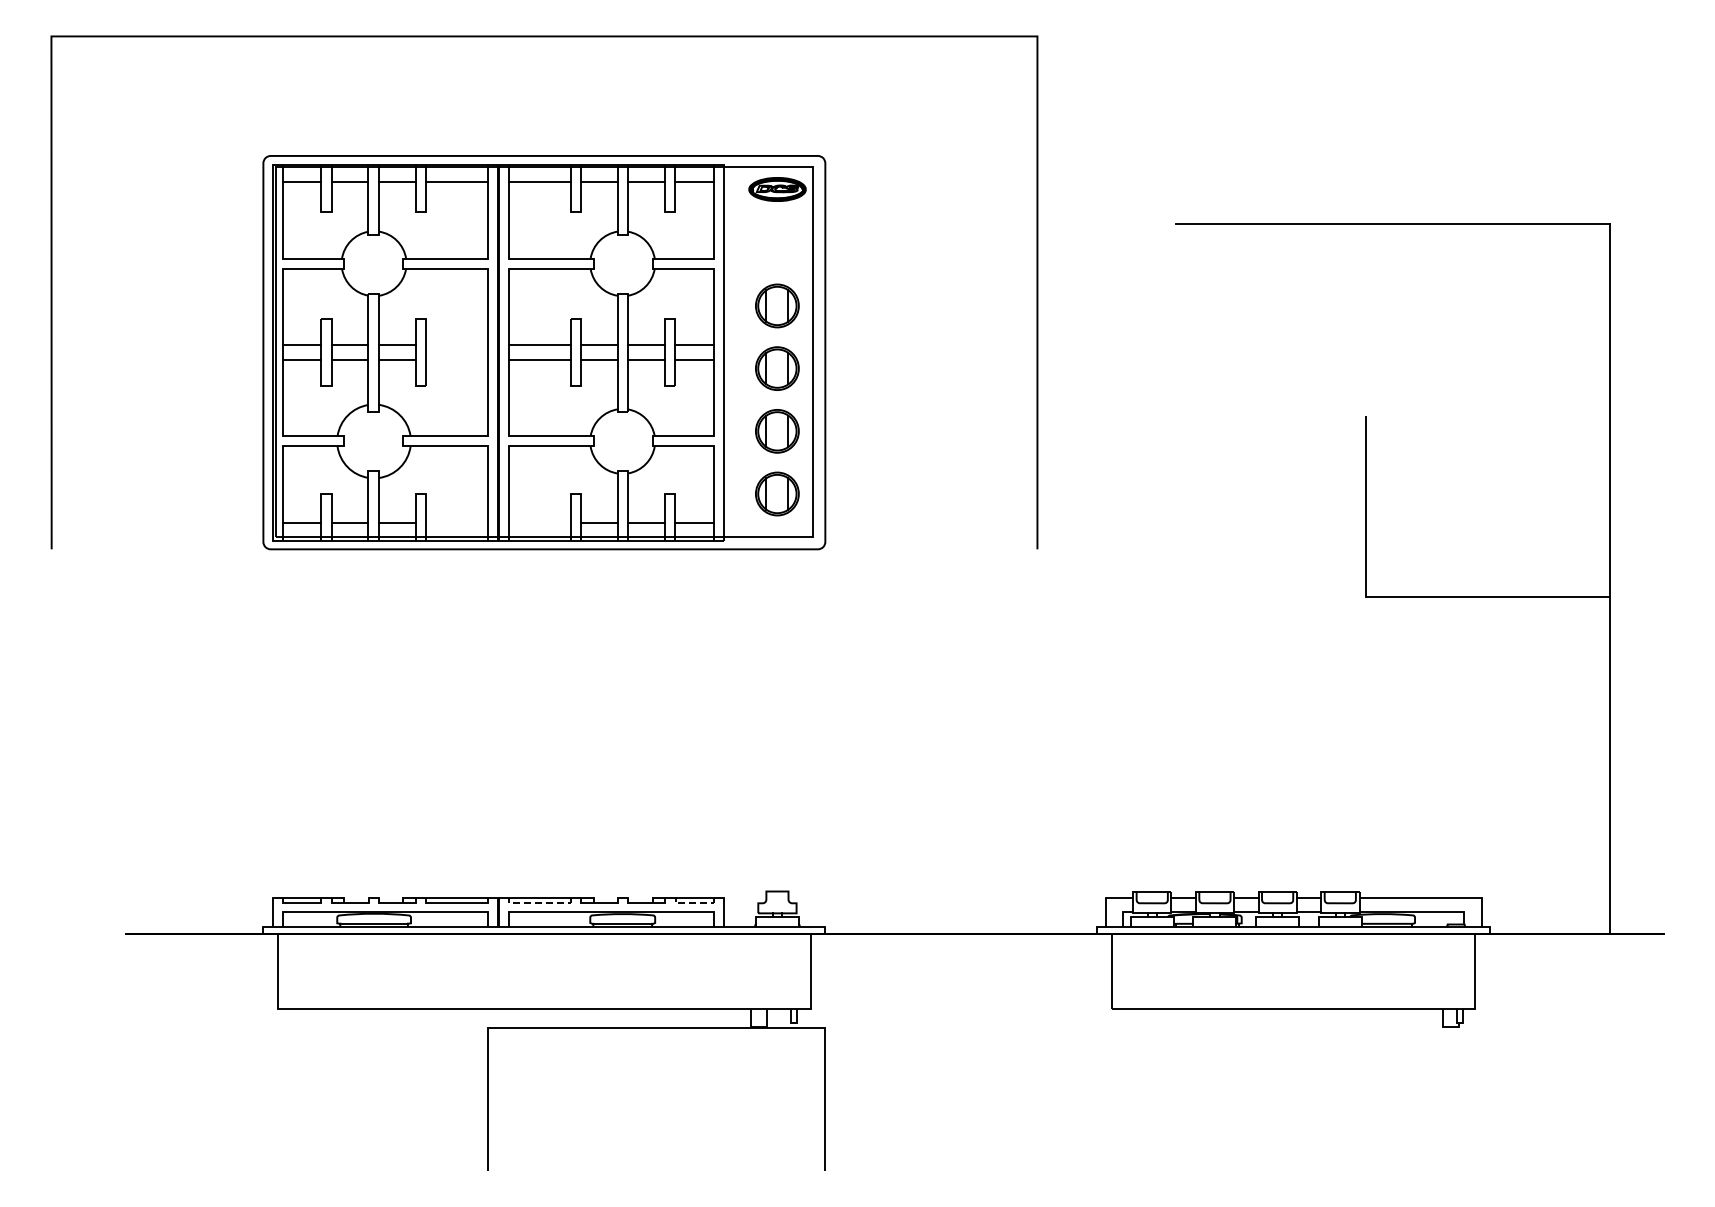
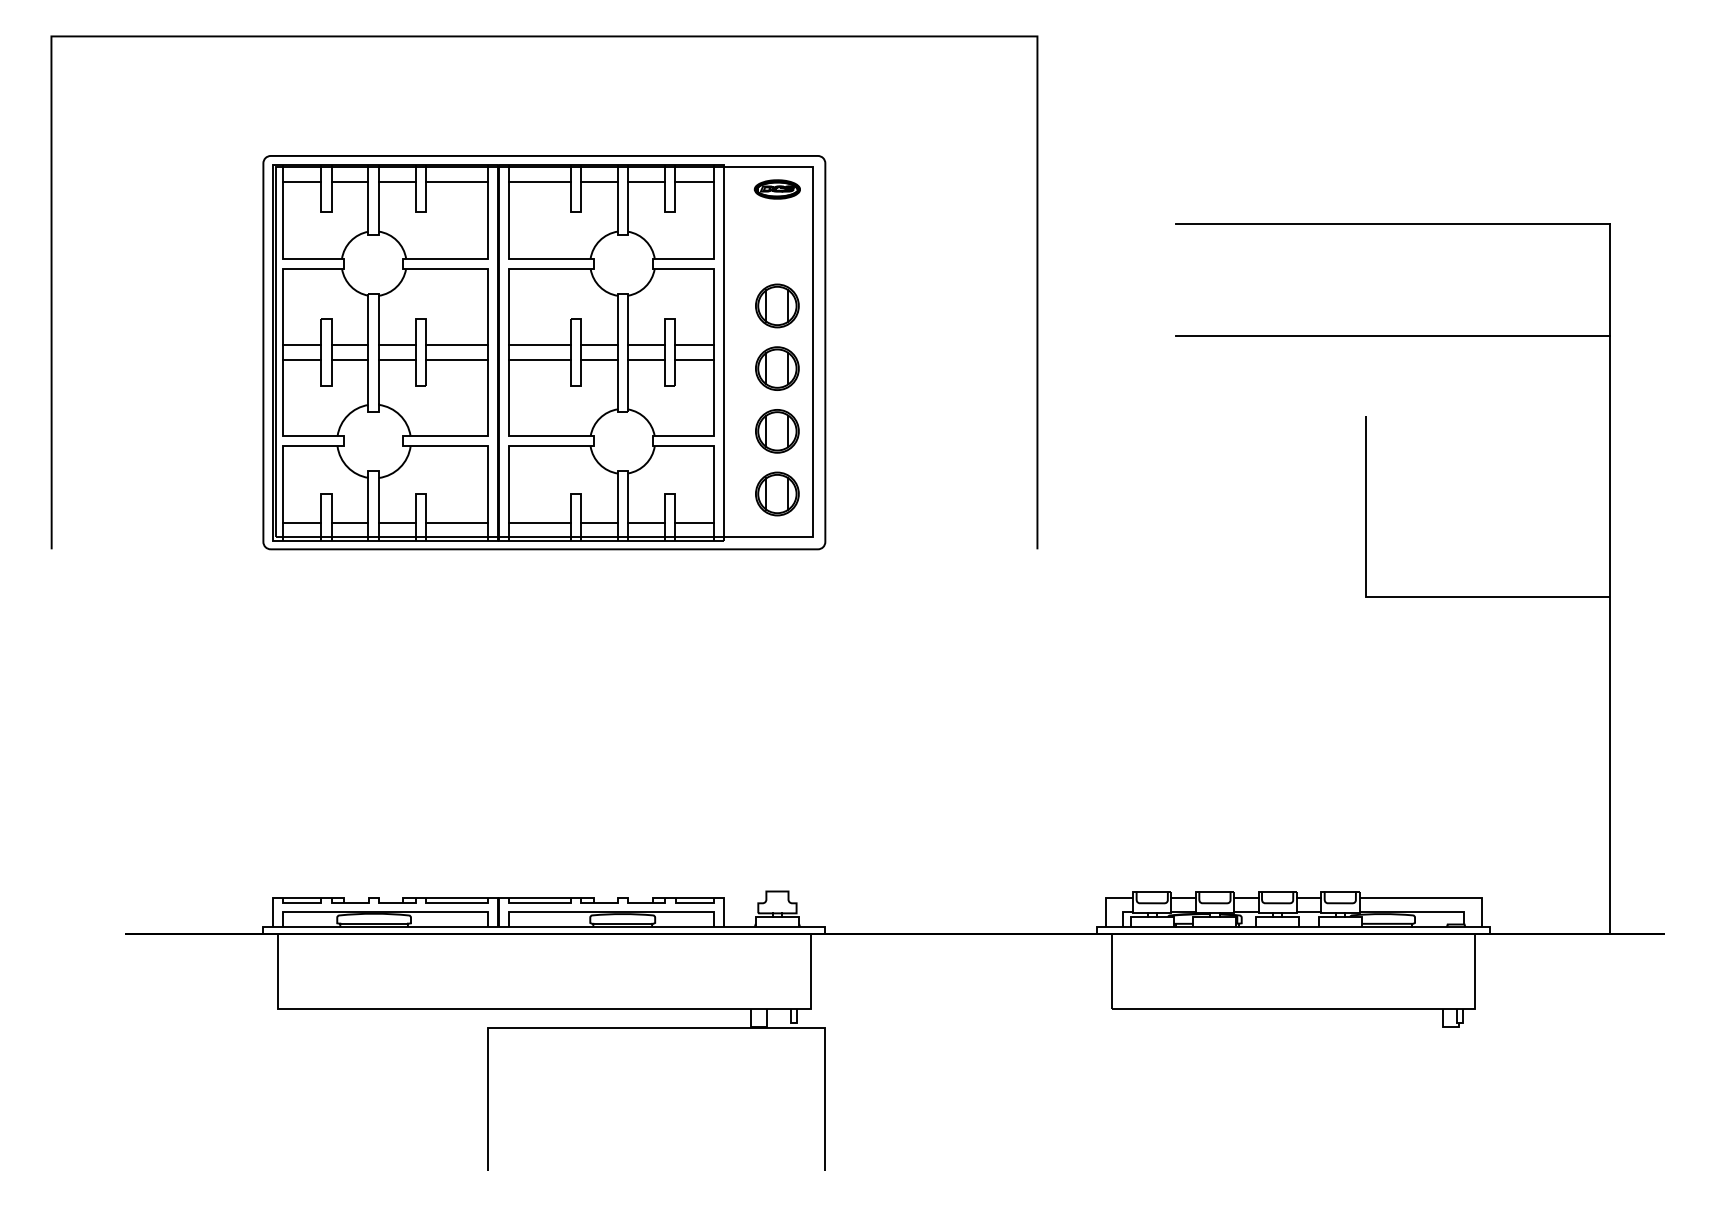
part at (777, 189) size: 59x25 px -> 48x21 px
line at (1392, 336): none -> present
line at (456, 345): none -> present
line at (456, 360): none -> present
line at (456, 523): none -> present
line at (539, 523): none -> present
line at (540, 902): dashed -> solid
line at (694, 902): dashed -> solid
